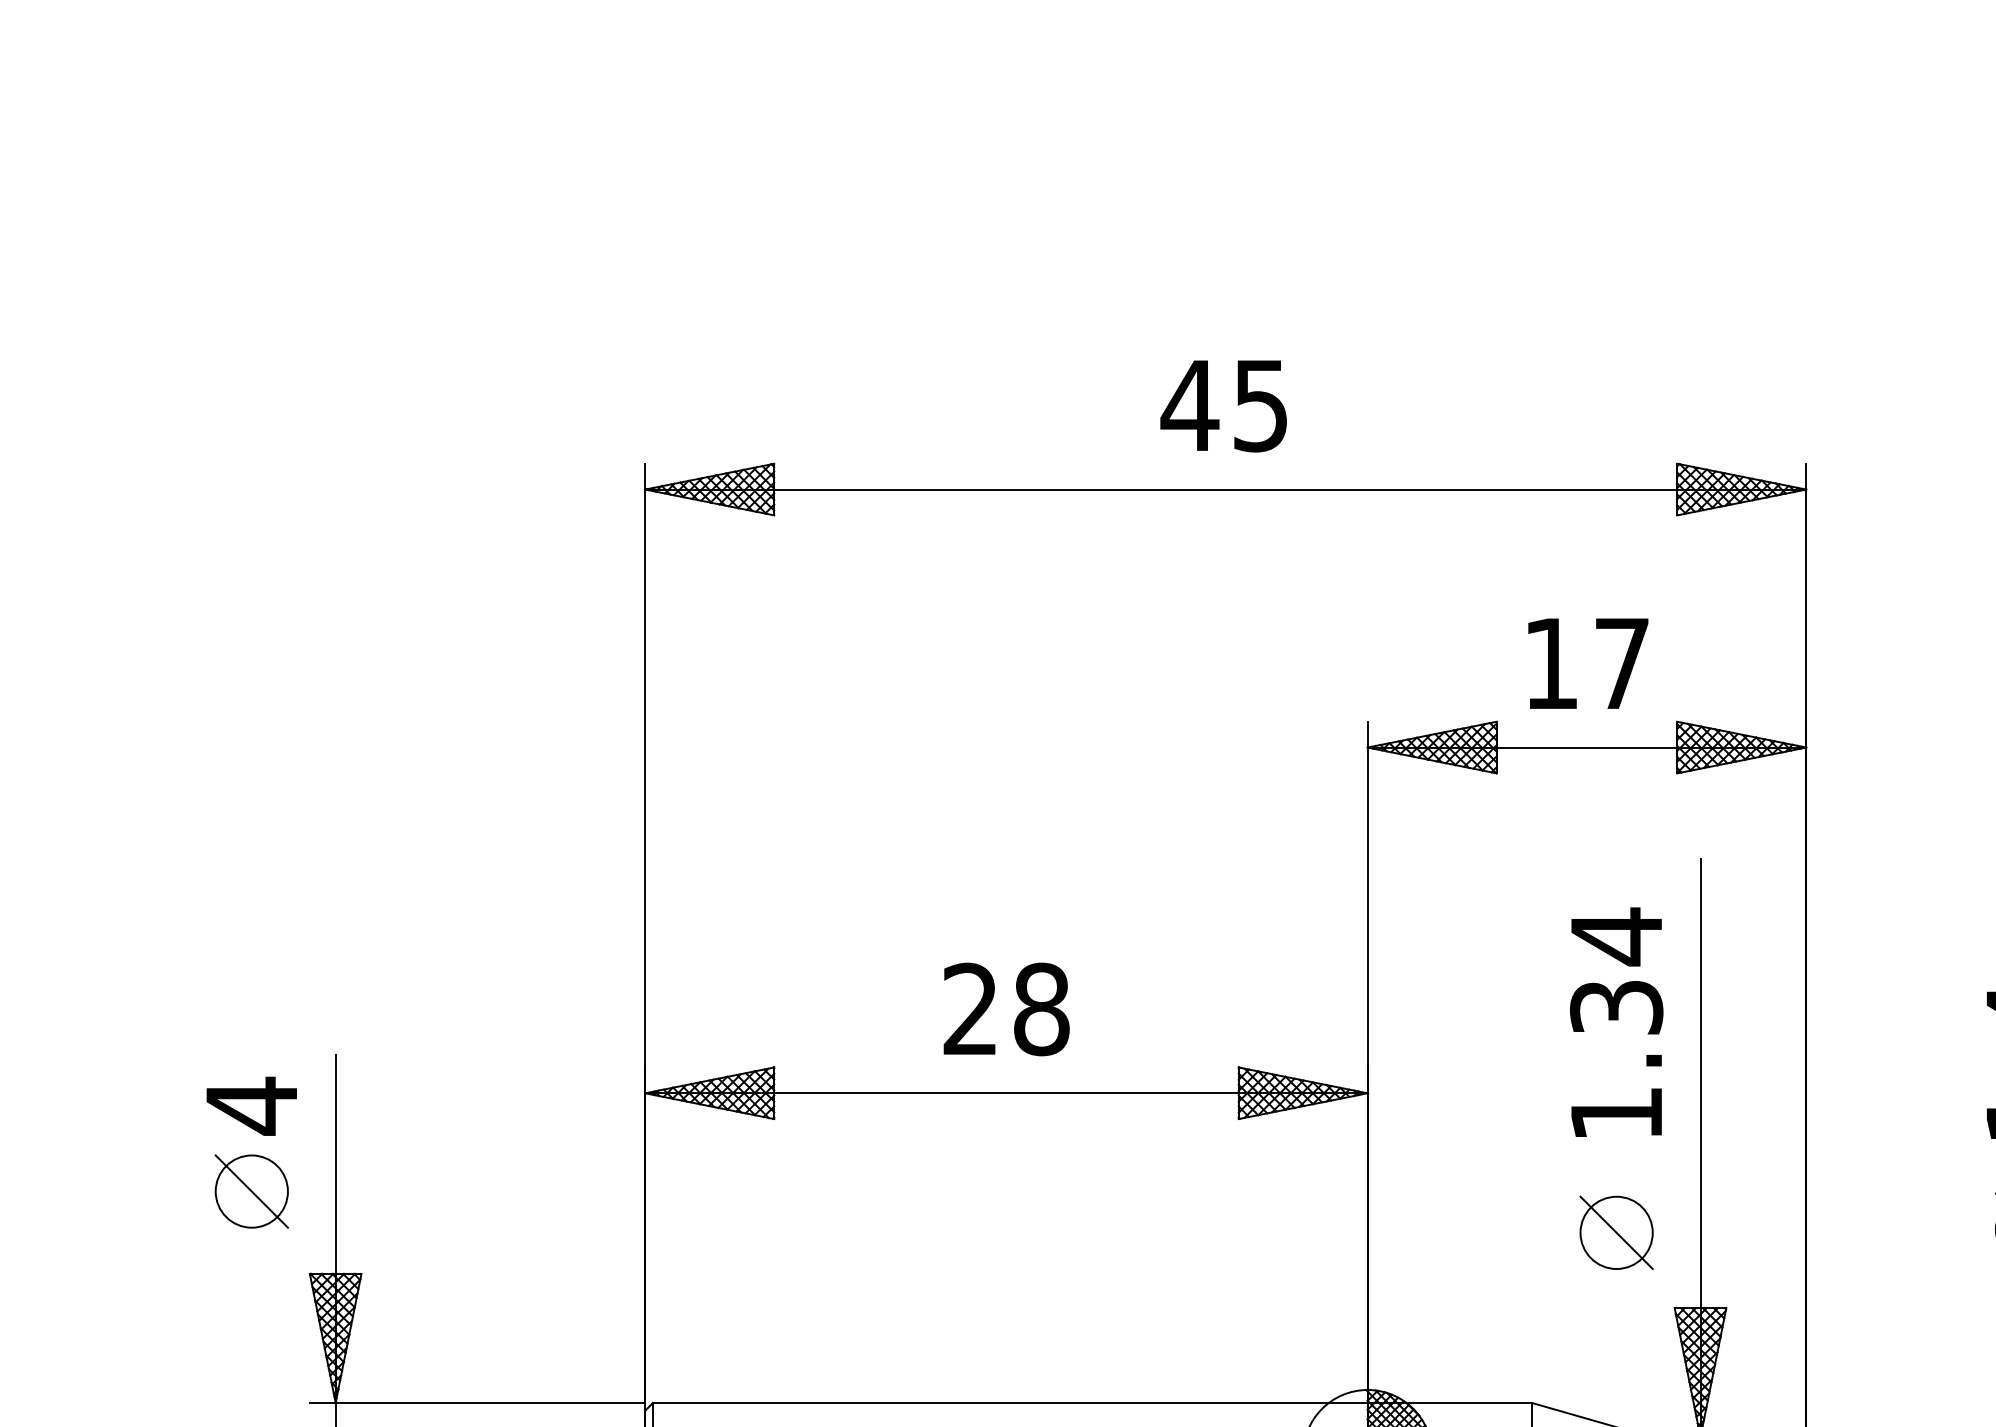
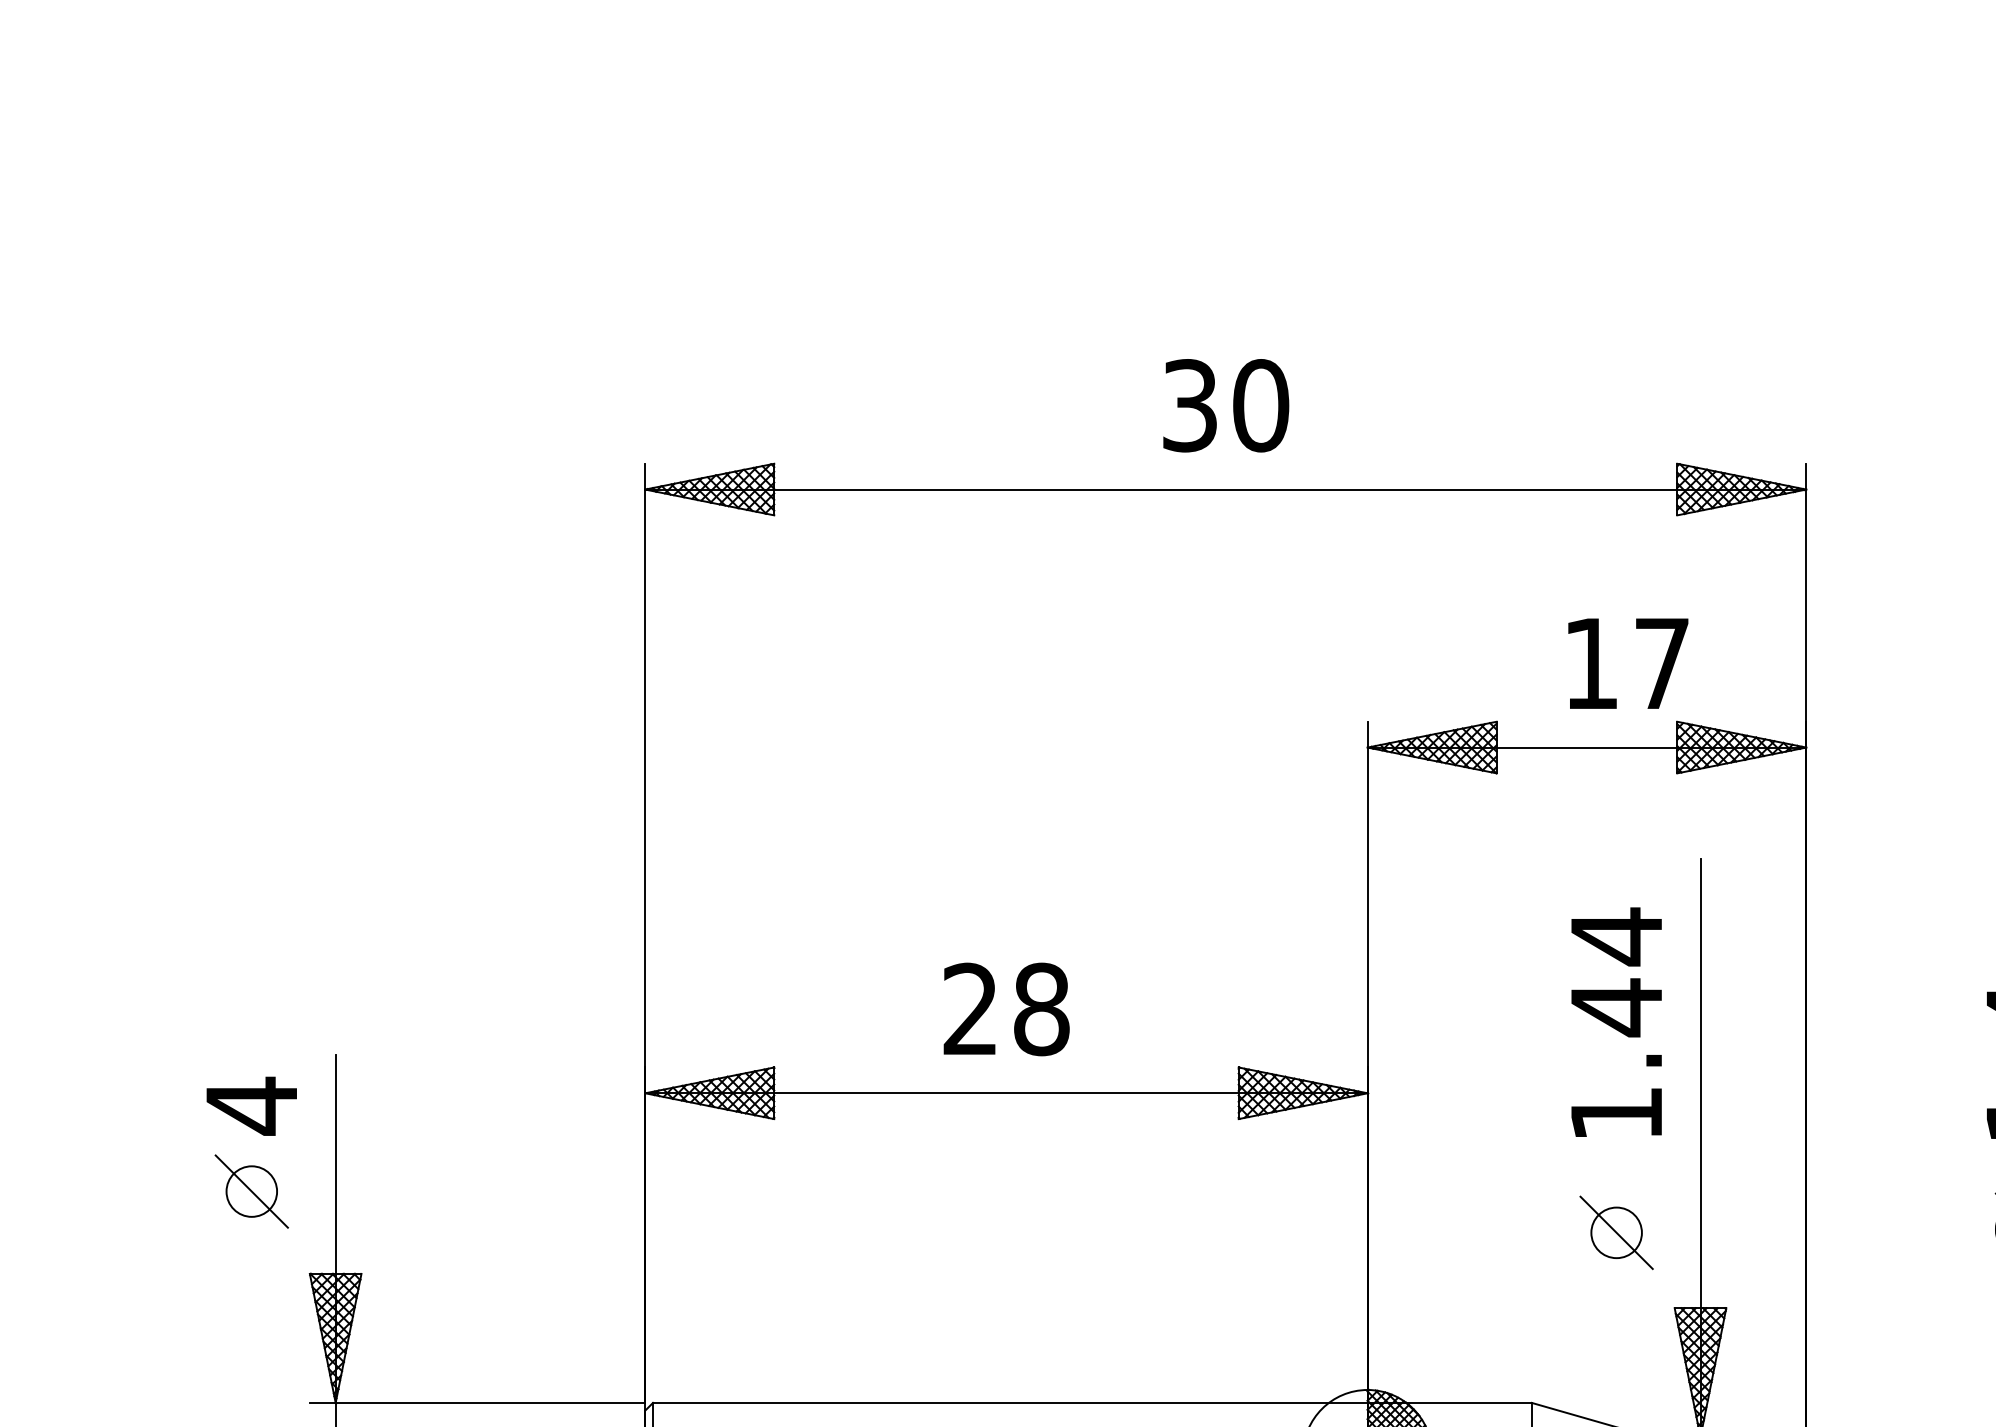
text at (1224, 405): 45 -> 30
text at (1588, 663) position: (1588, 663) -> (1628, 663)
text at (1616, 1007): 1.34 -> 1.44
circle at (251, 1191) diameter: 72 px -> 51 px
circle at (1616, 1232) diameter: 72 px -> 51 px
